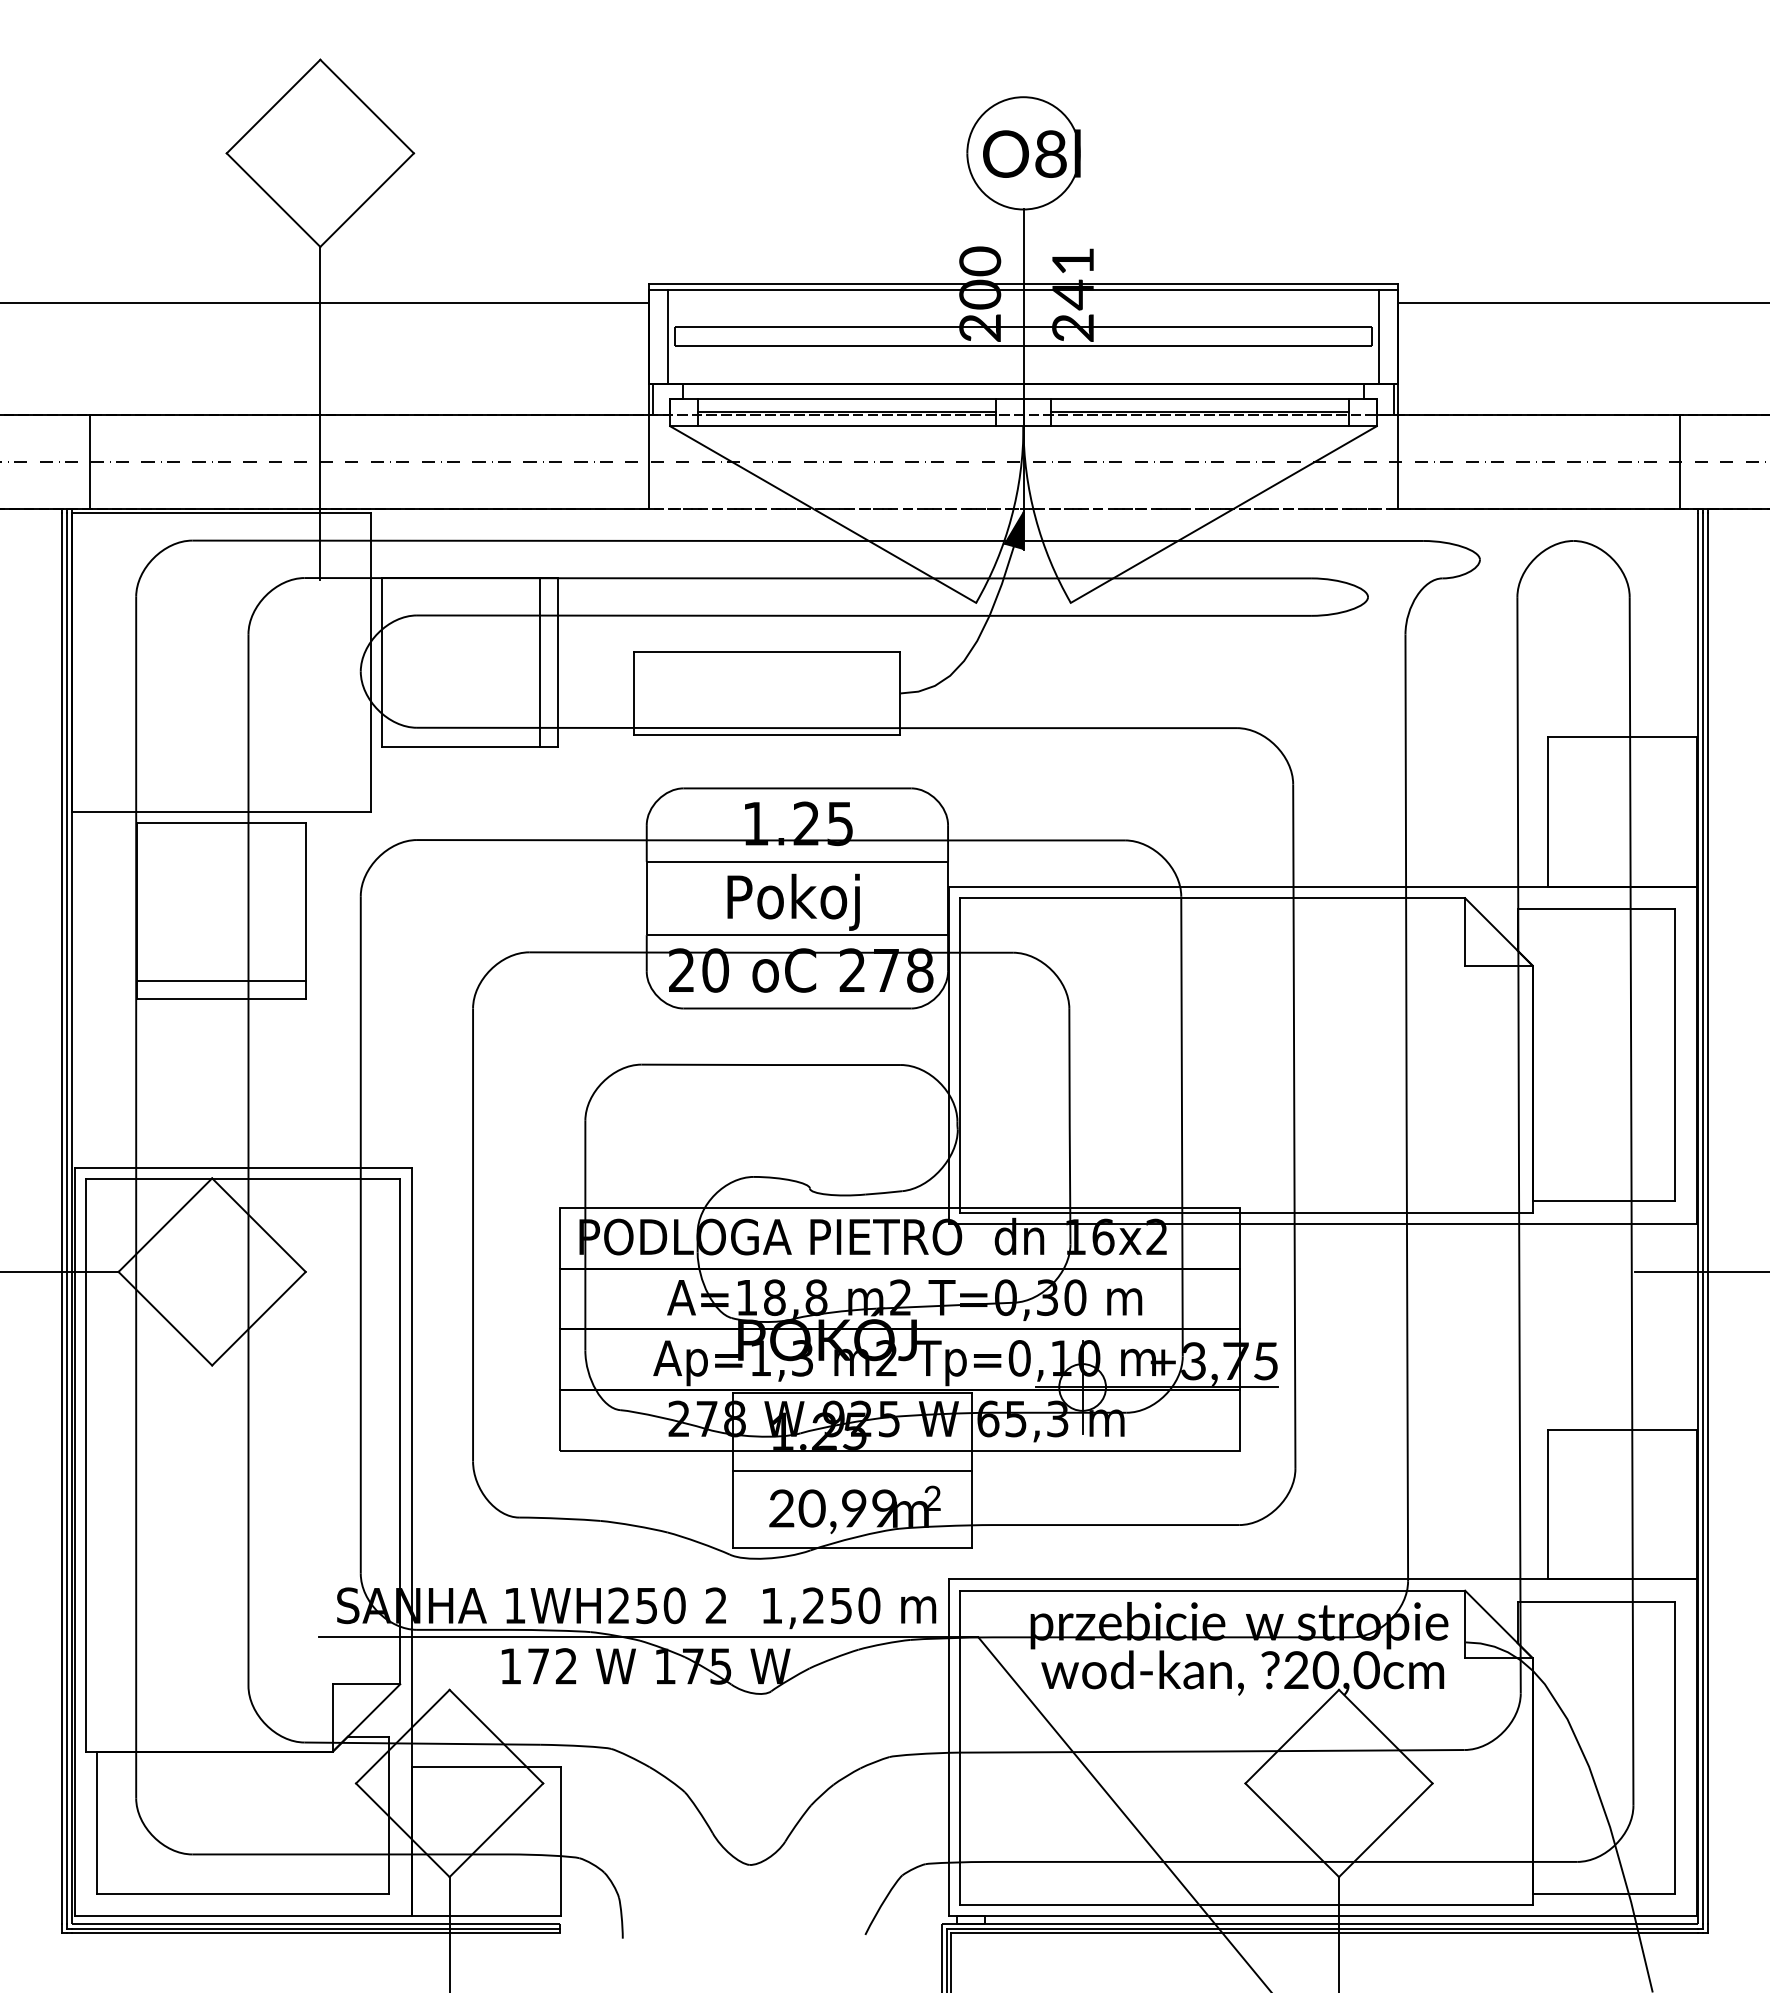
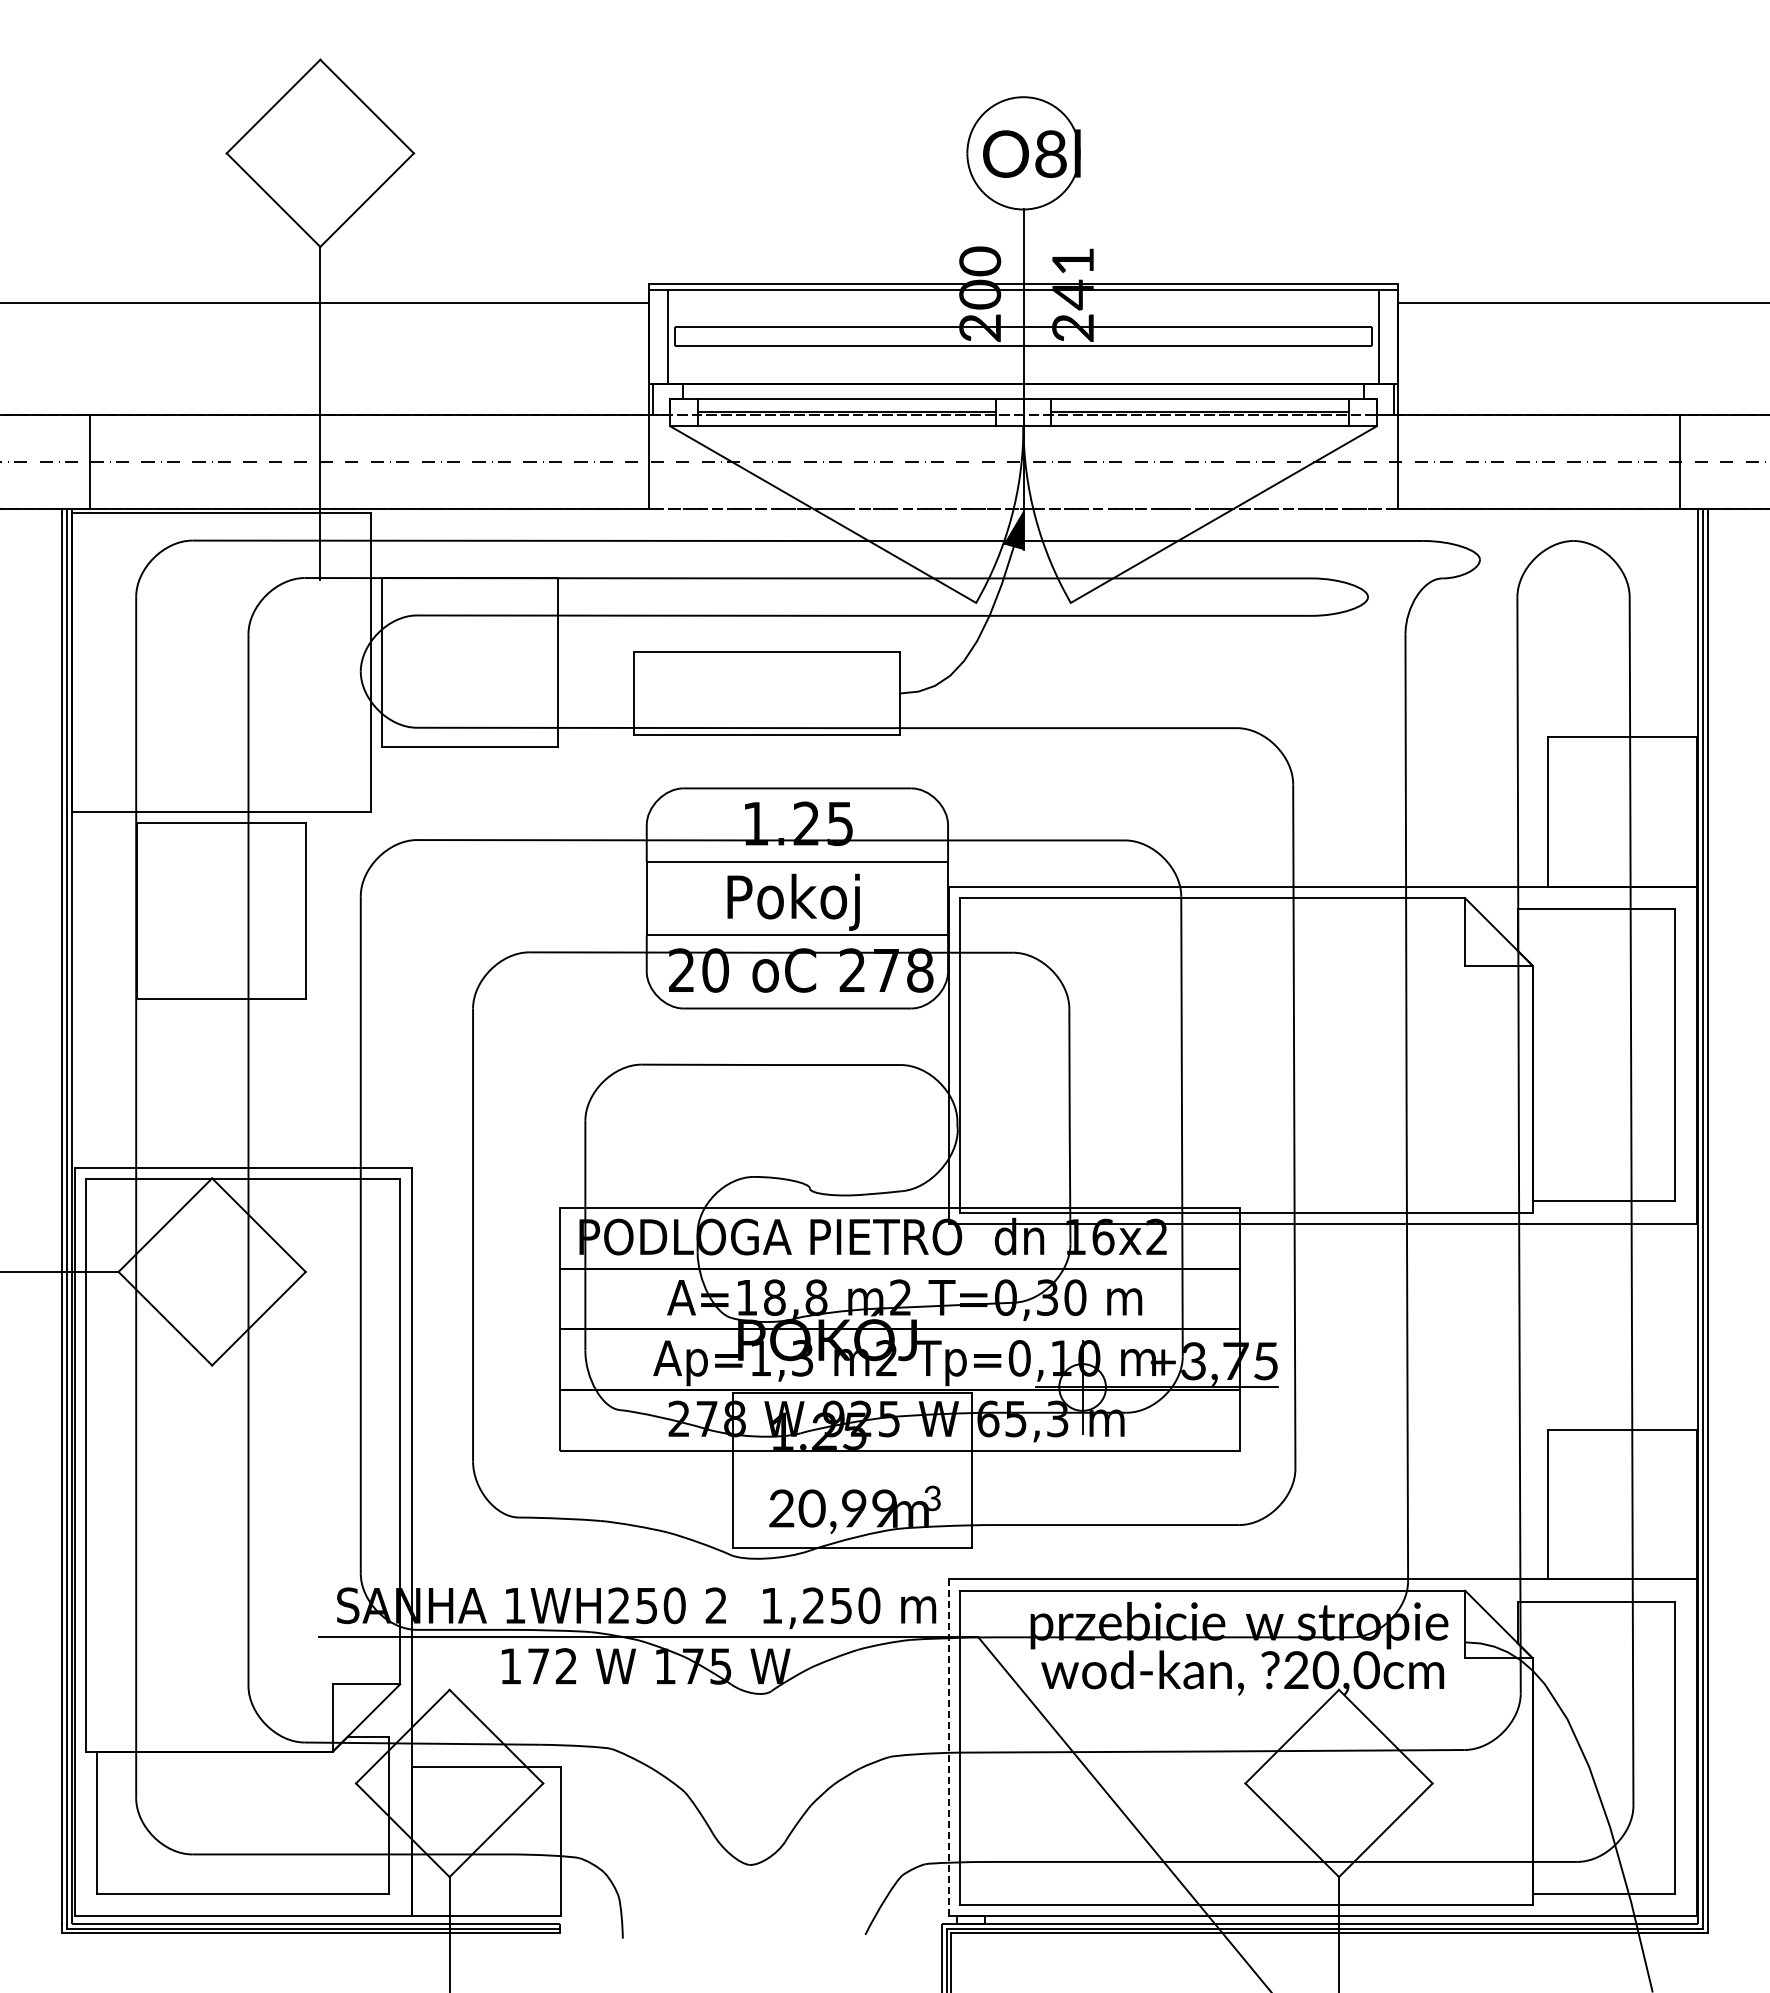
line at (539, 662): present -> none
line at (221, 980): present -> none
line at (1700, 1271): present -> none
line at (852, 1470): present -> none
text at (932, 1499): 2 -> 3
line at (948, 1747): solid -> dashed
